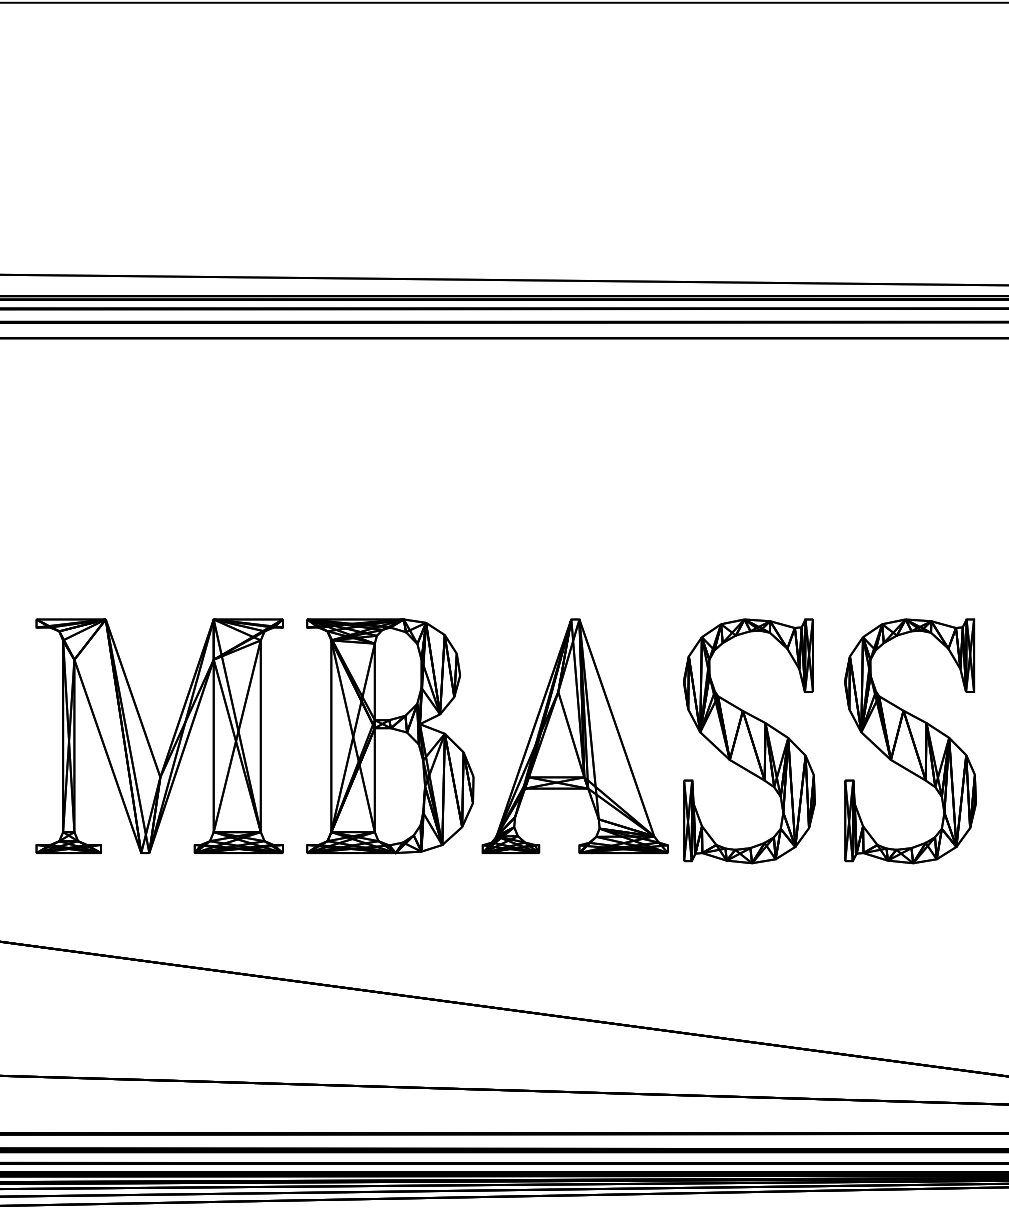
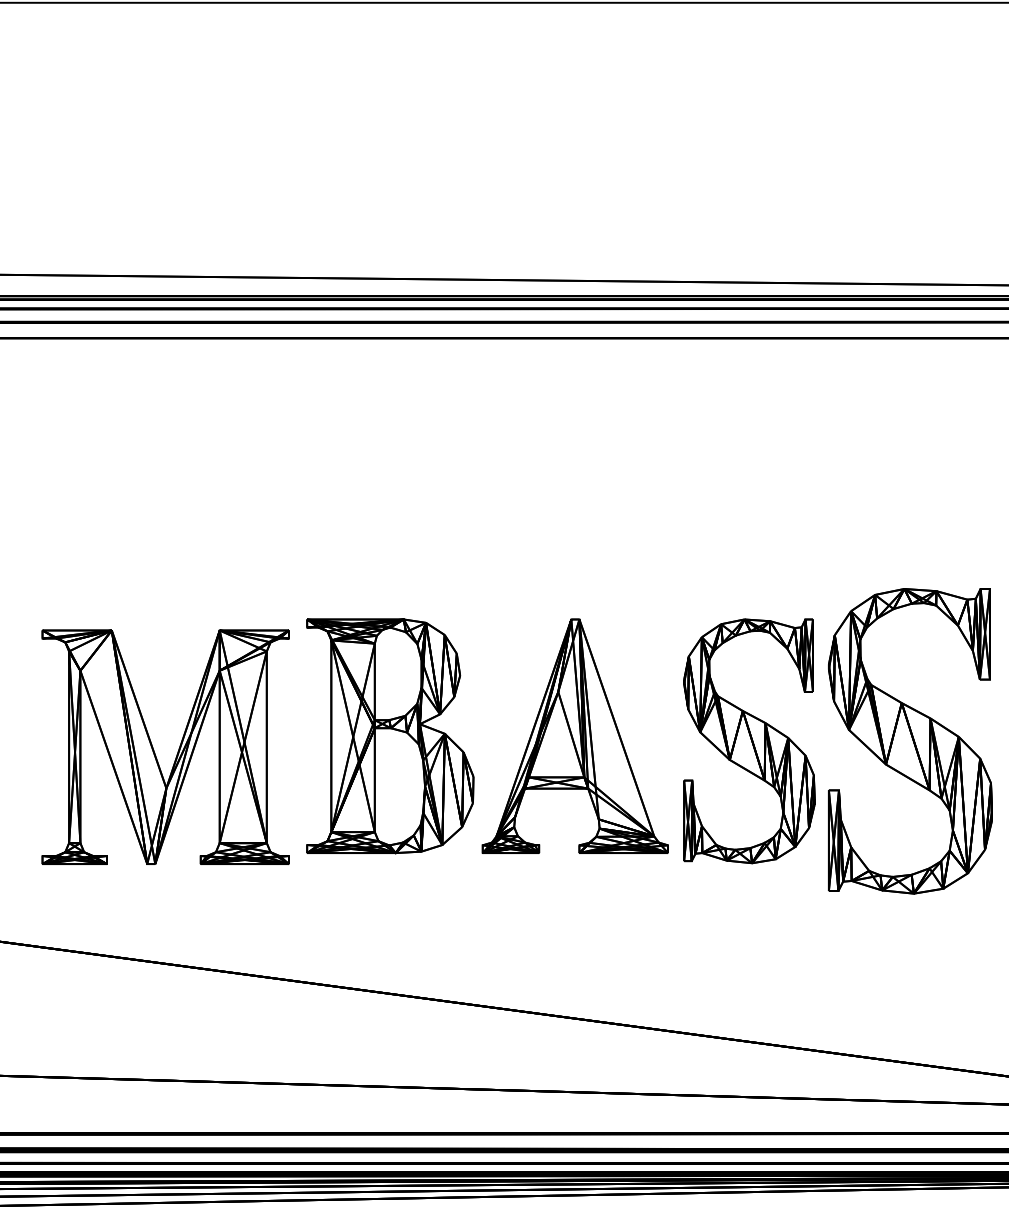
part at (148, 739) position: (148, 739) -> (154, 750)
part at (910, 741) size: 133x247 px -> 165x307 px
